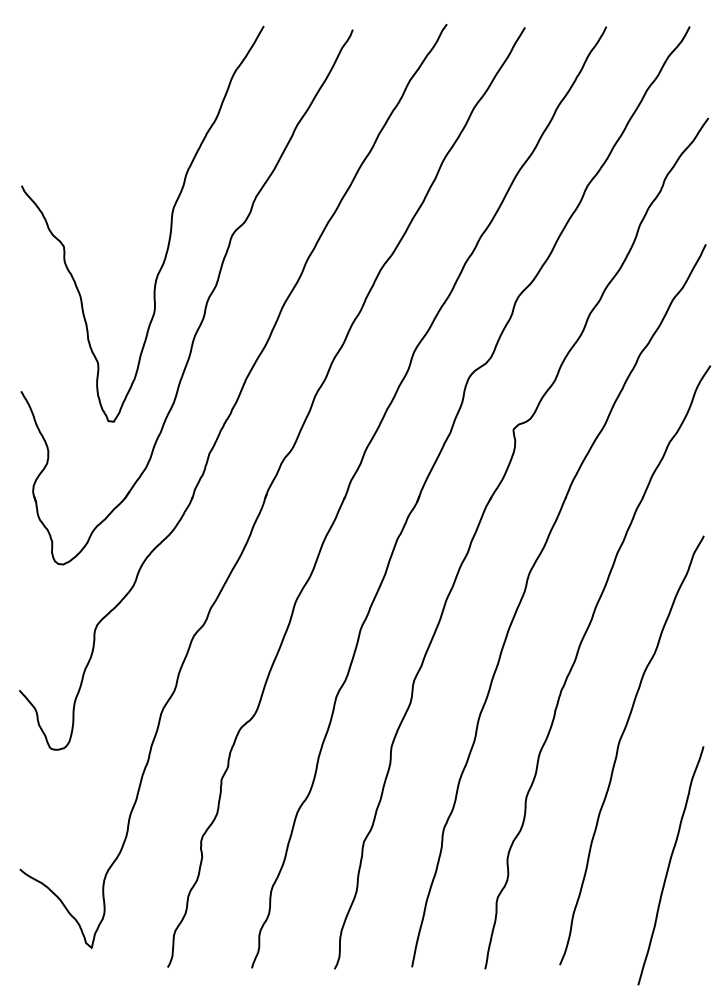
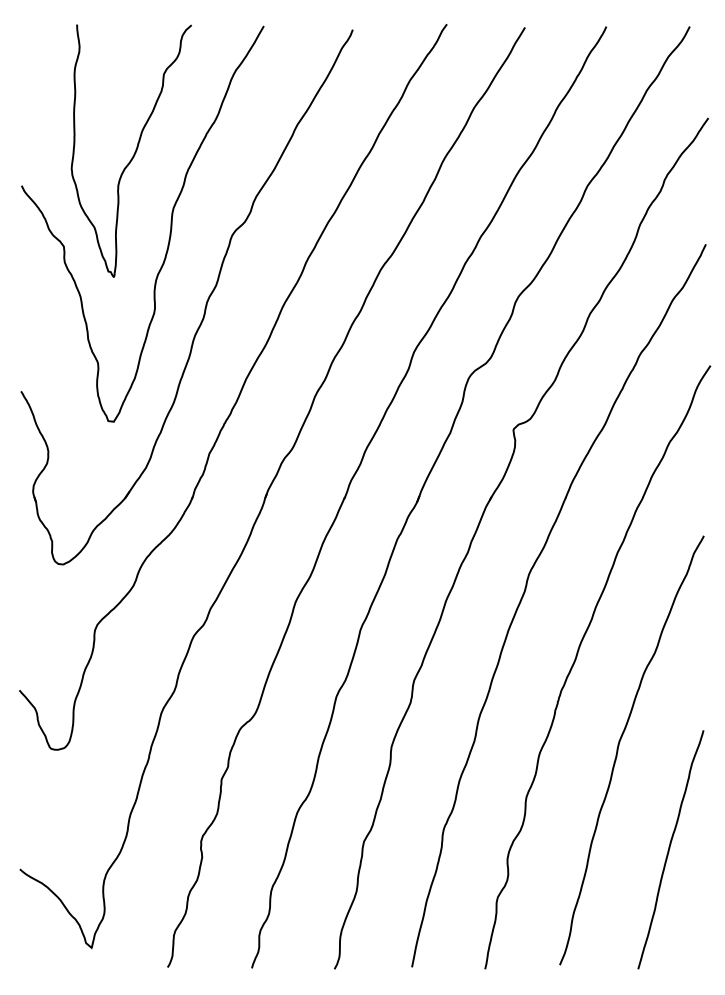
curve at (134, 151): none -> present
curve at (670, 864) position: (670, 864) -> (670, 848)
